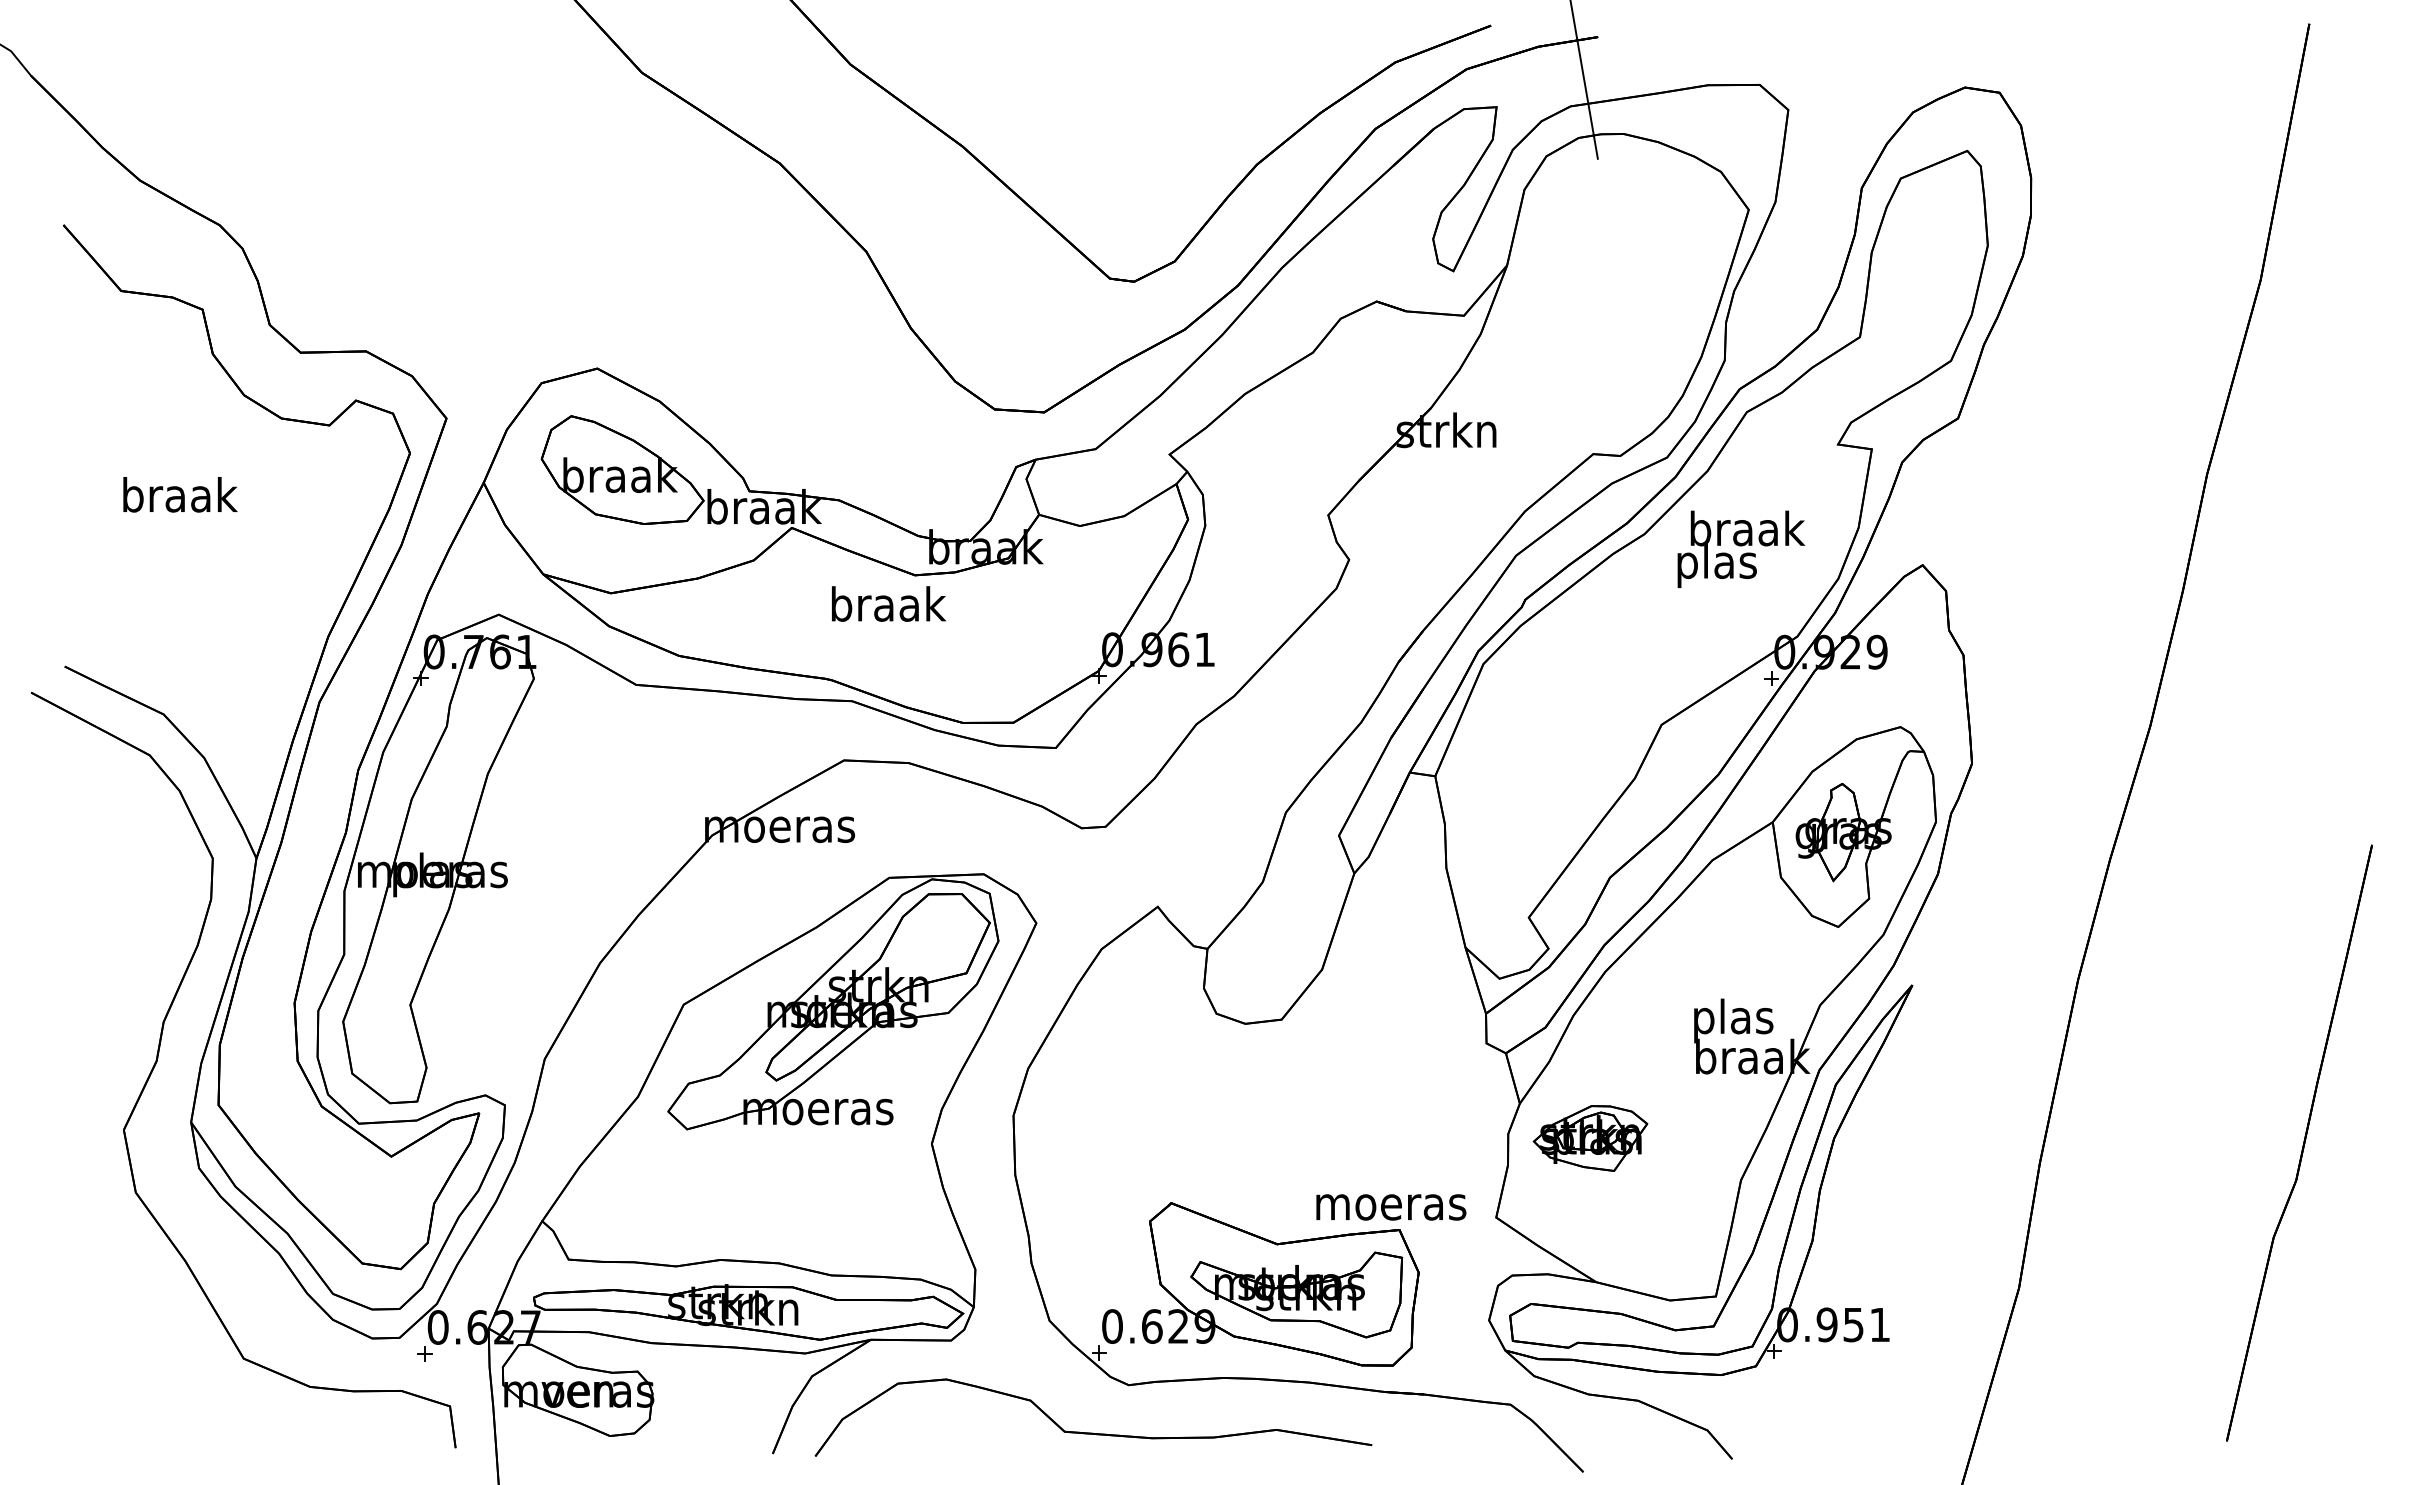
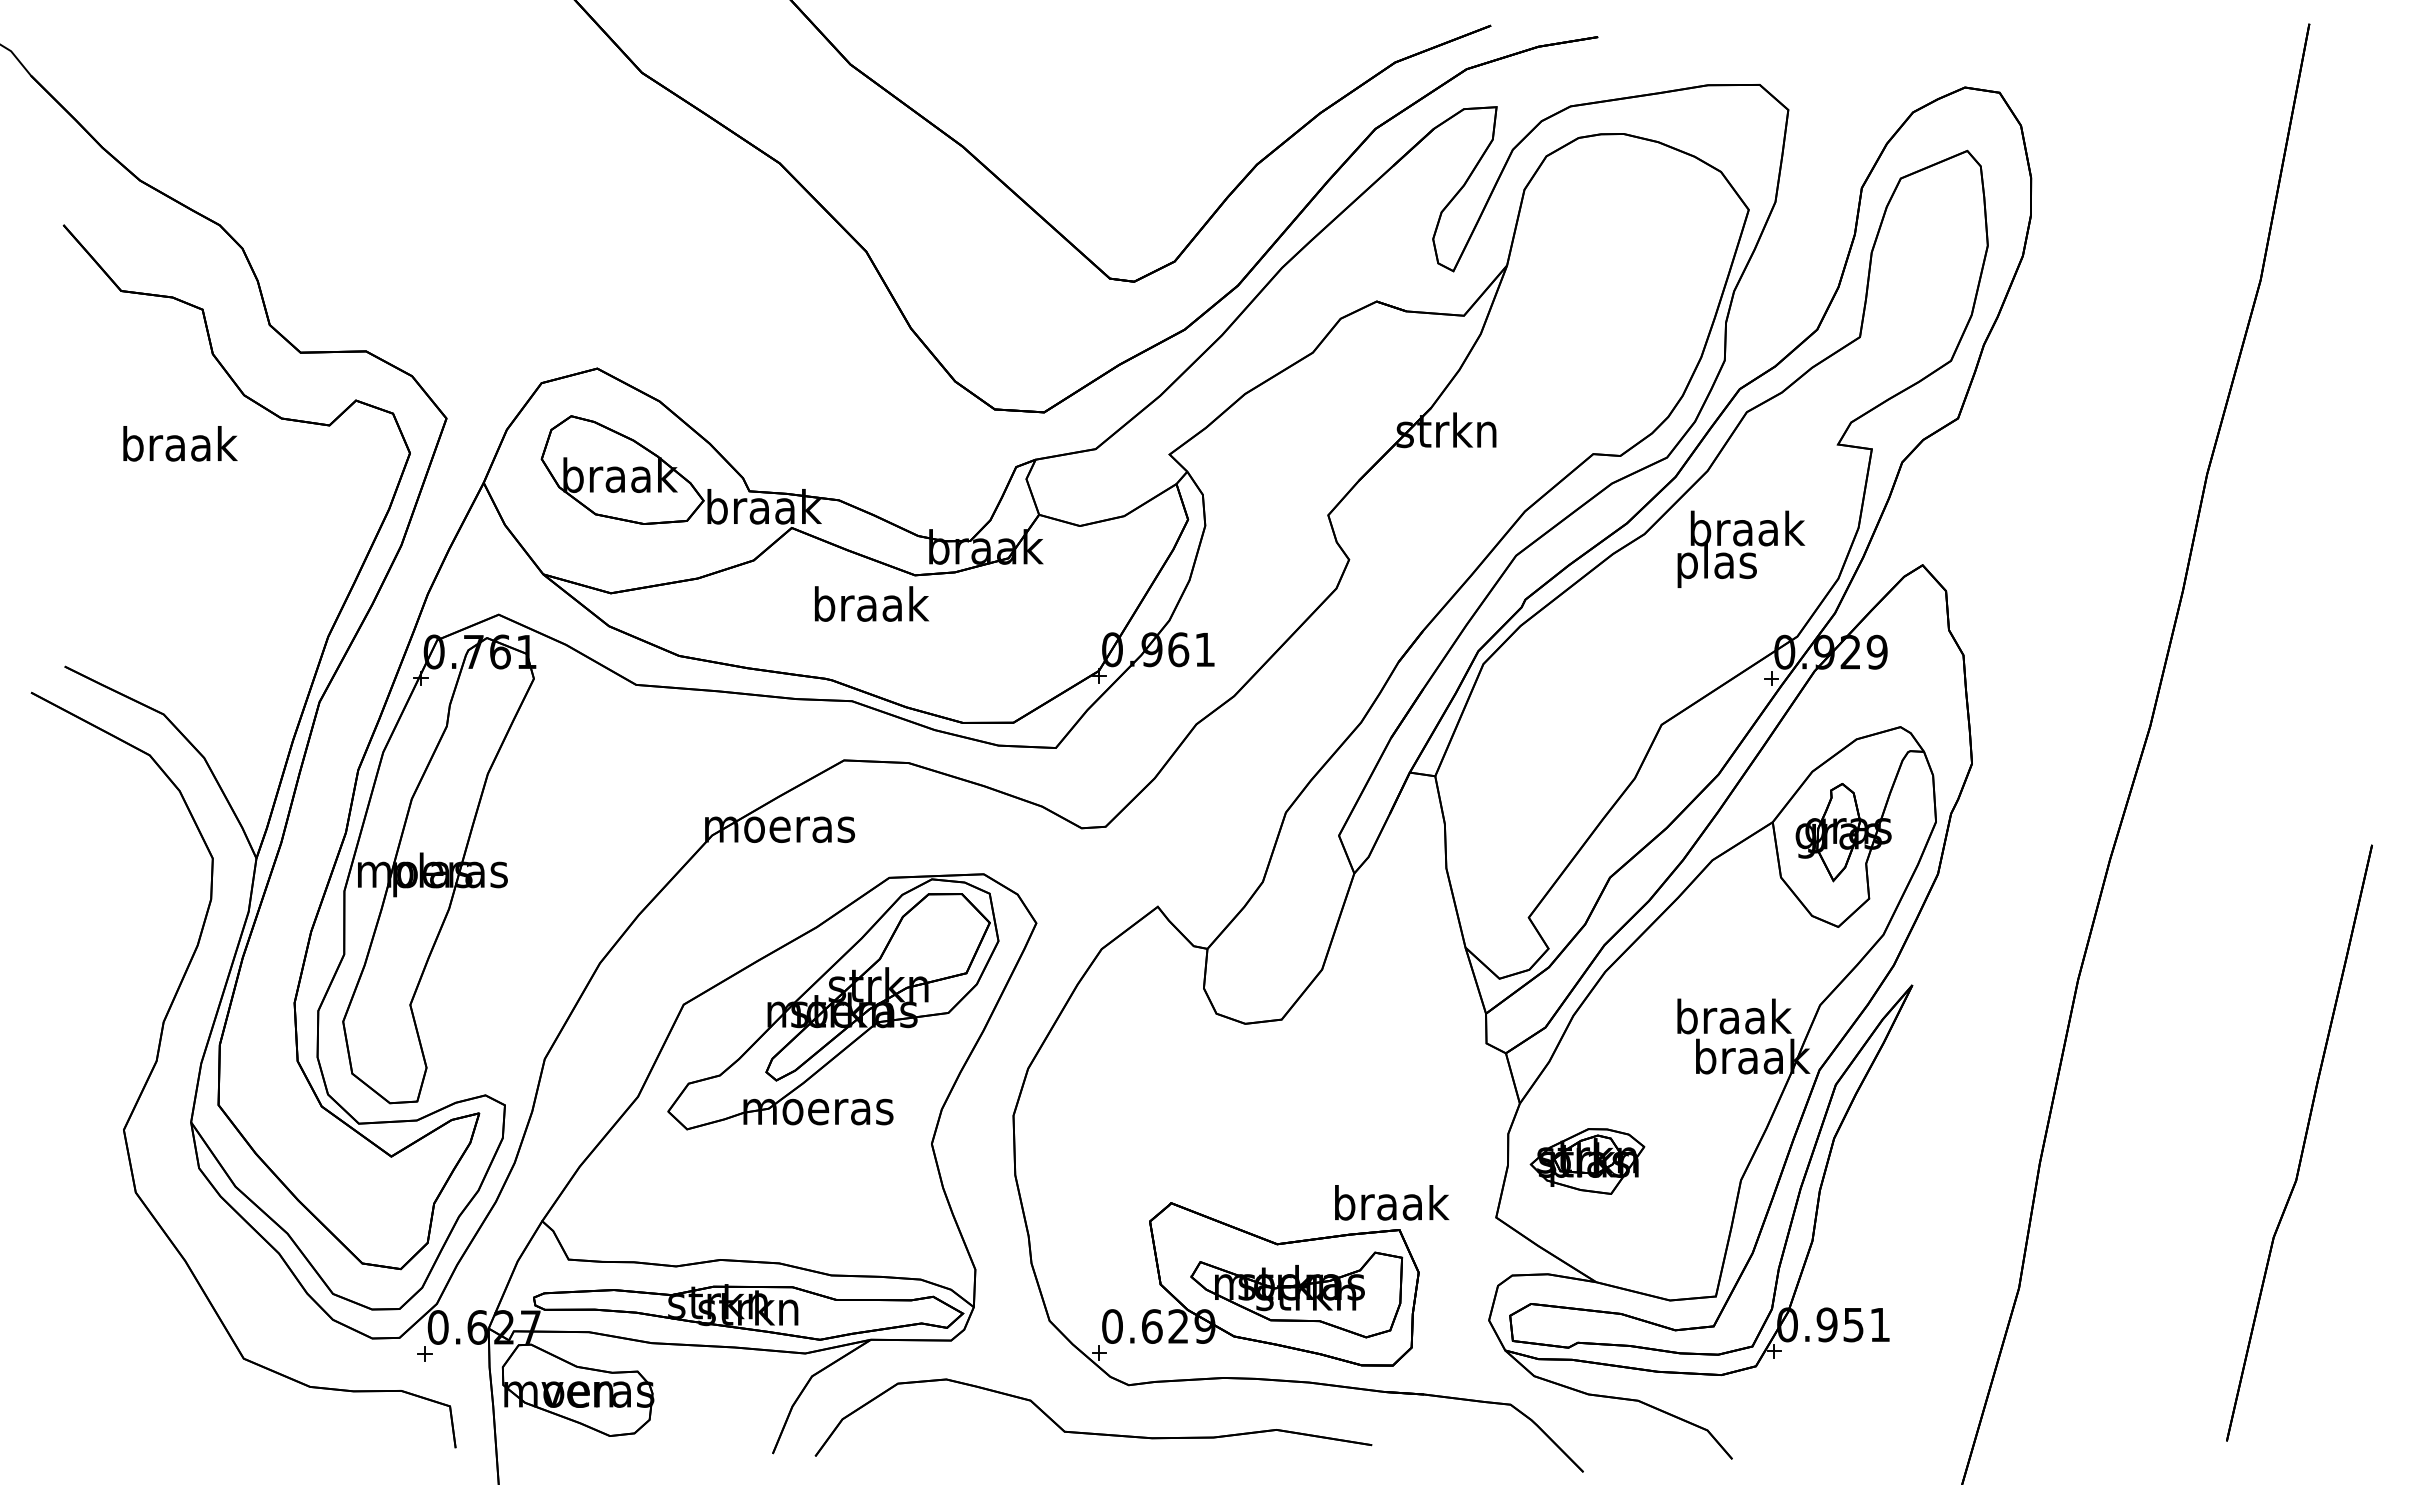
line at (1583, 80): present -> none
text at (180, 494) position: (180, 494) -> (180, 443)
text at (889, 603) position: (889, 603) -> (872, 603)
text at (1734, 1020): plas -> braak
part at (1590, 1138) position: (1590, 1138) -> (1587, 1161)
text at (1391, 1202): moeras -> braak
